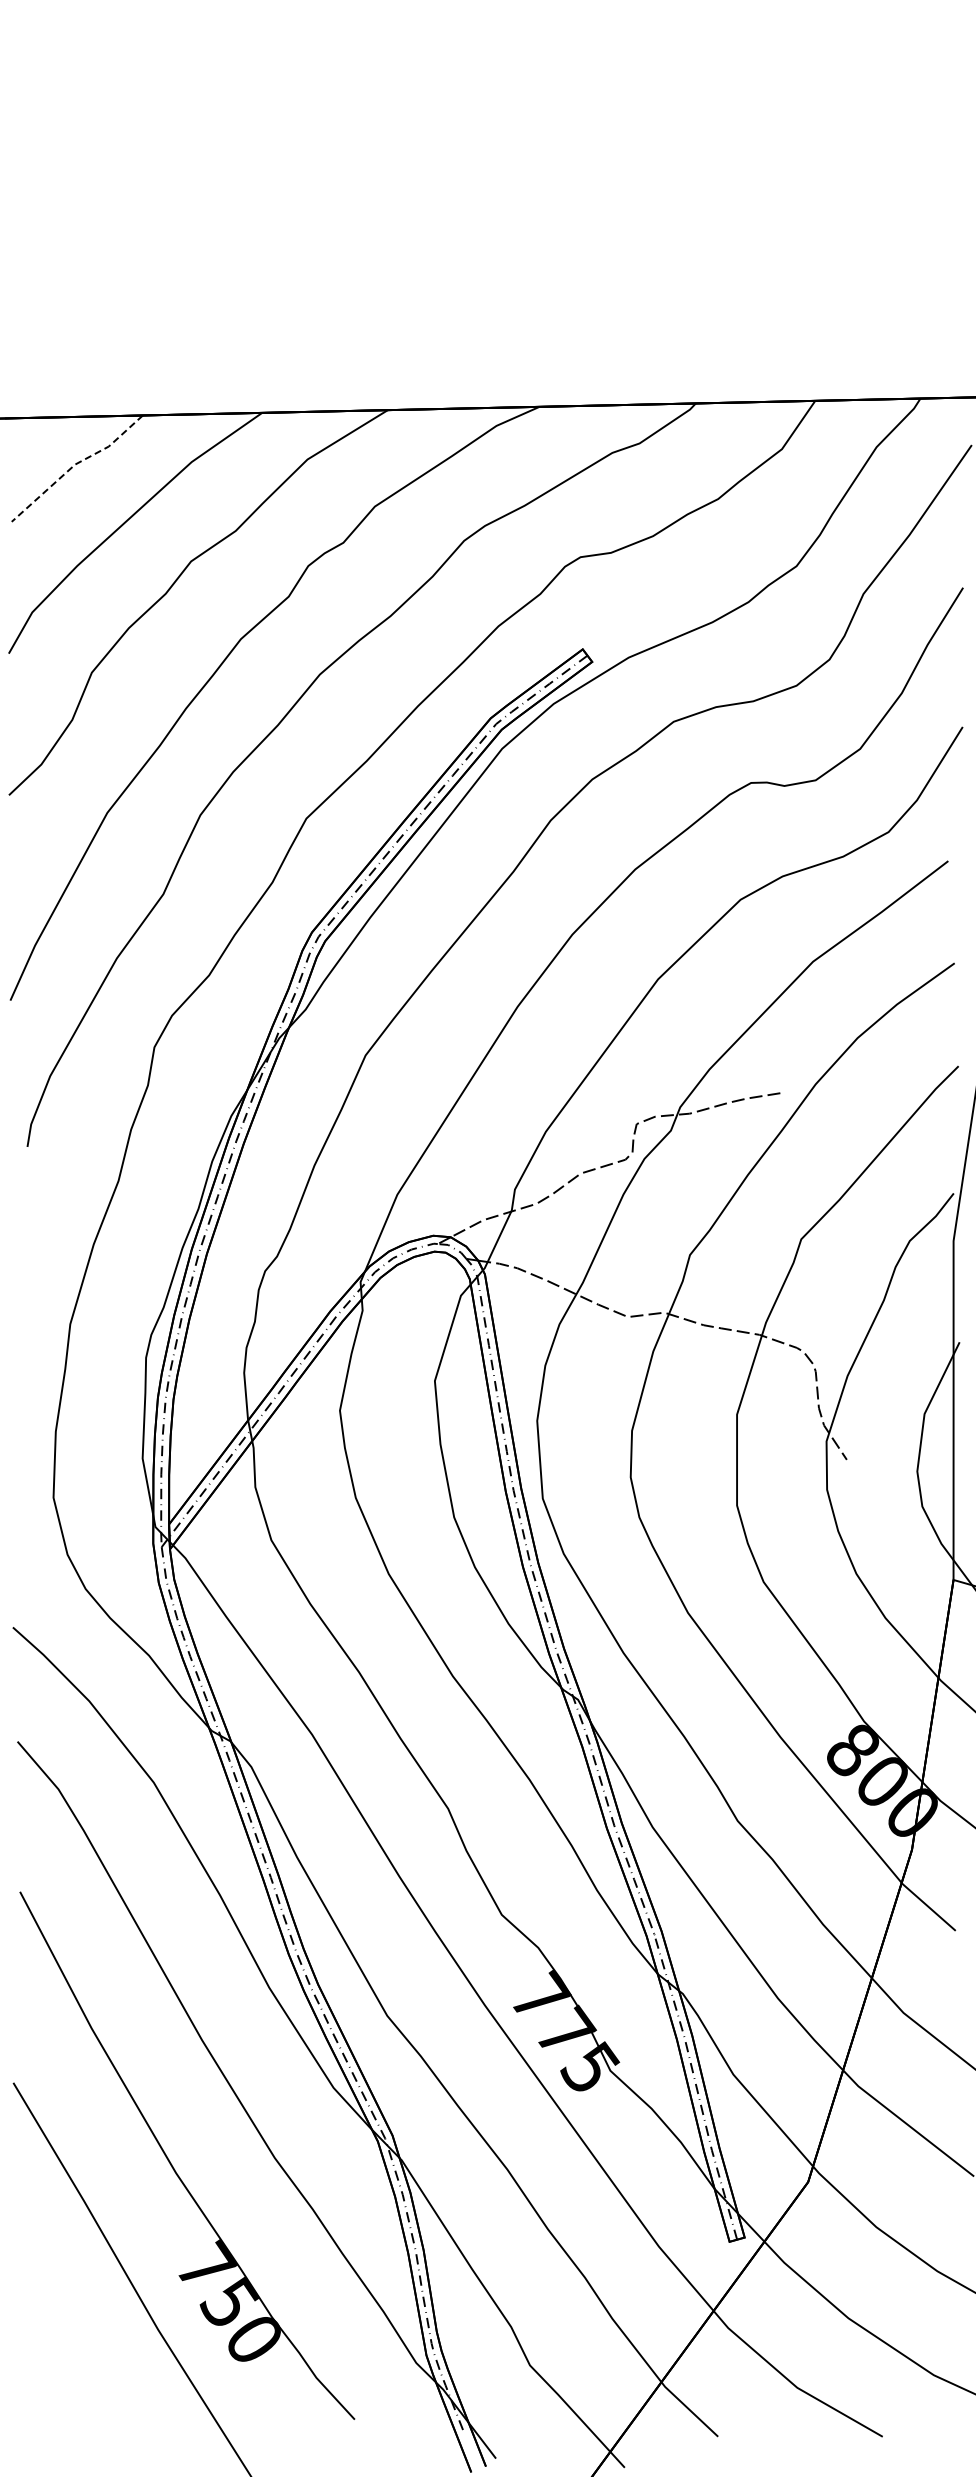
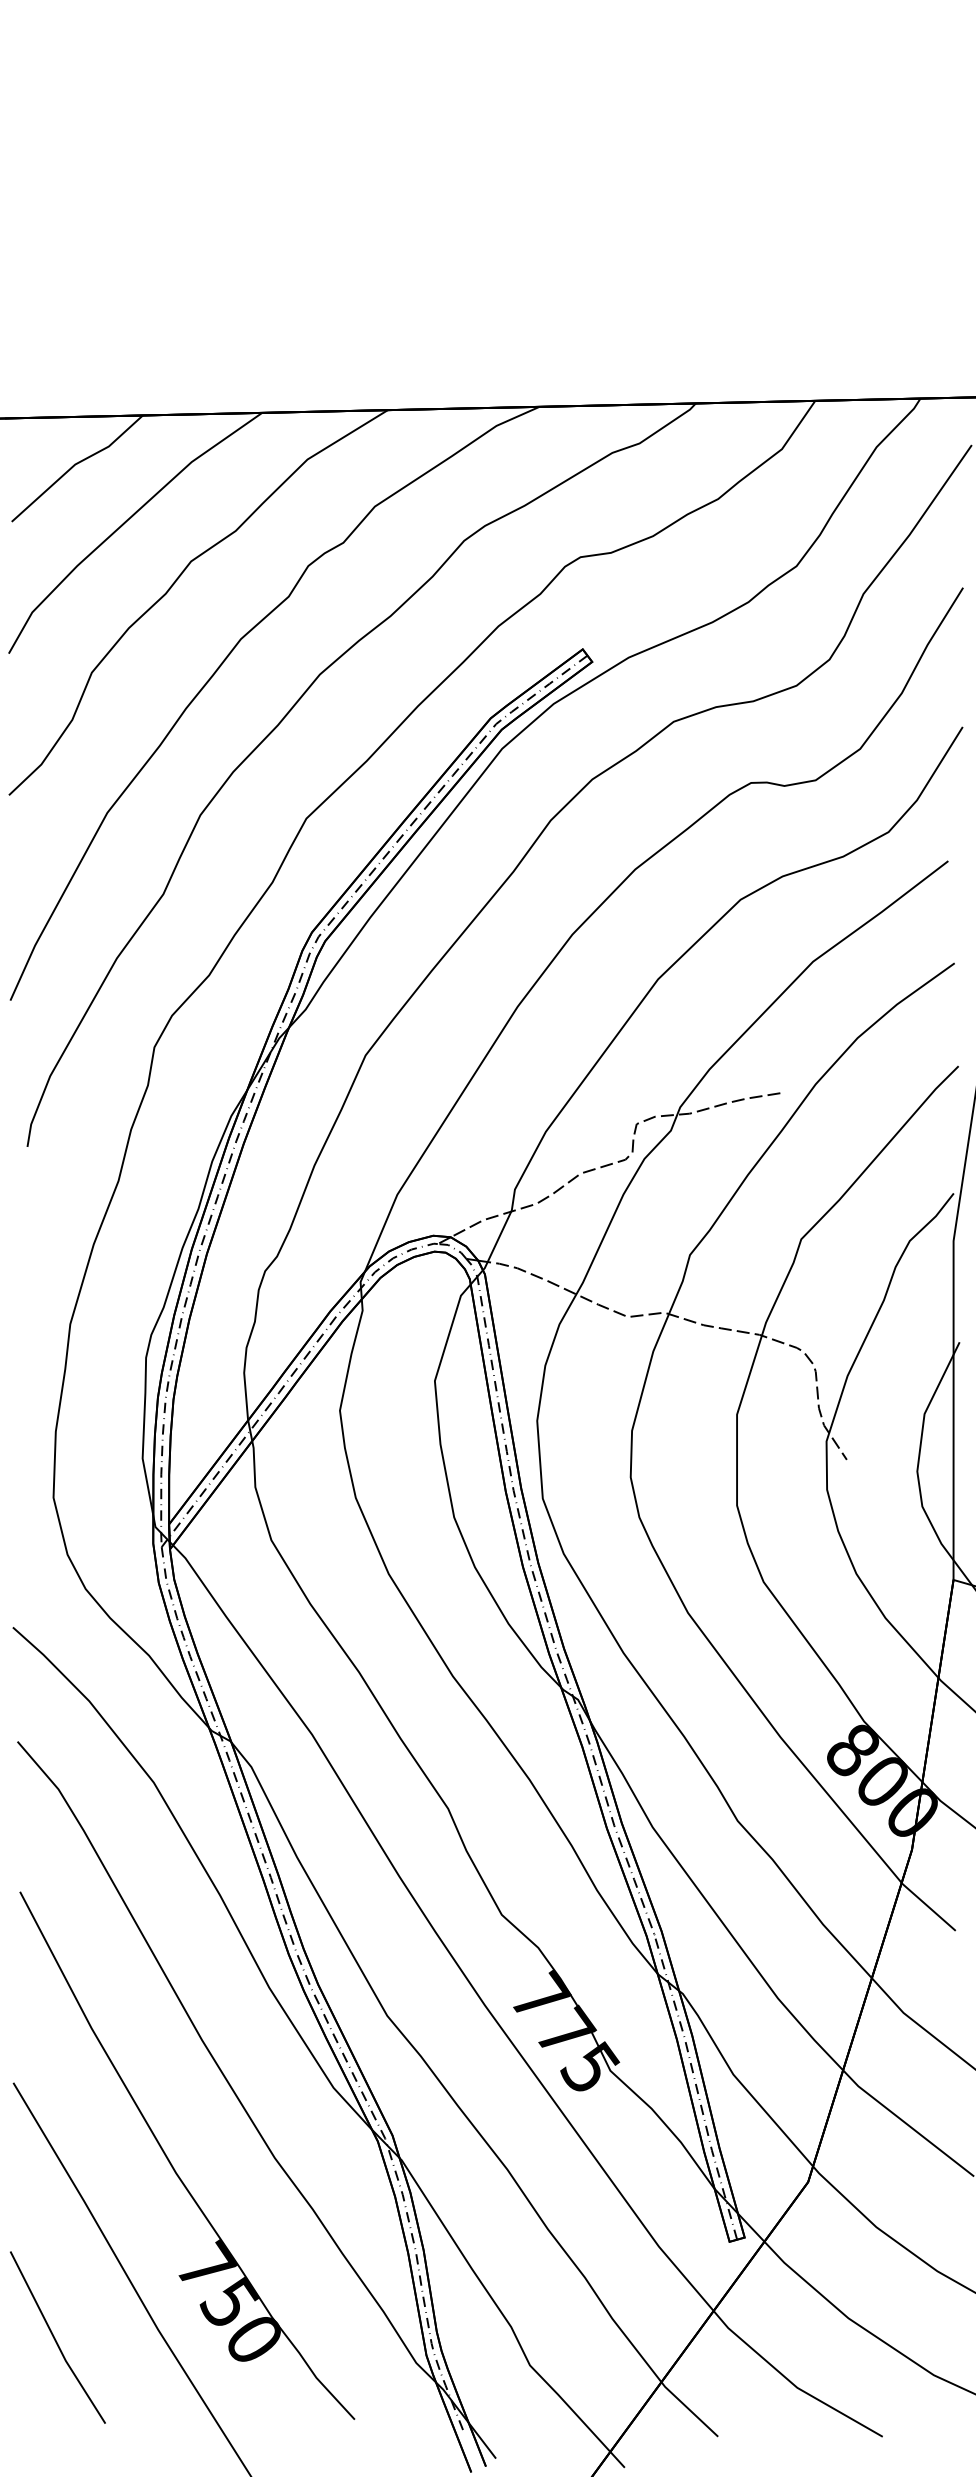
line at (75, 464): dashed -> solid
line at (55, 2338): none -> present
